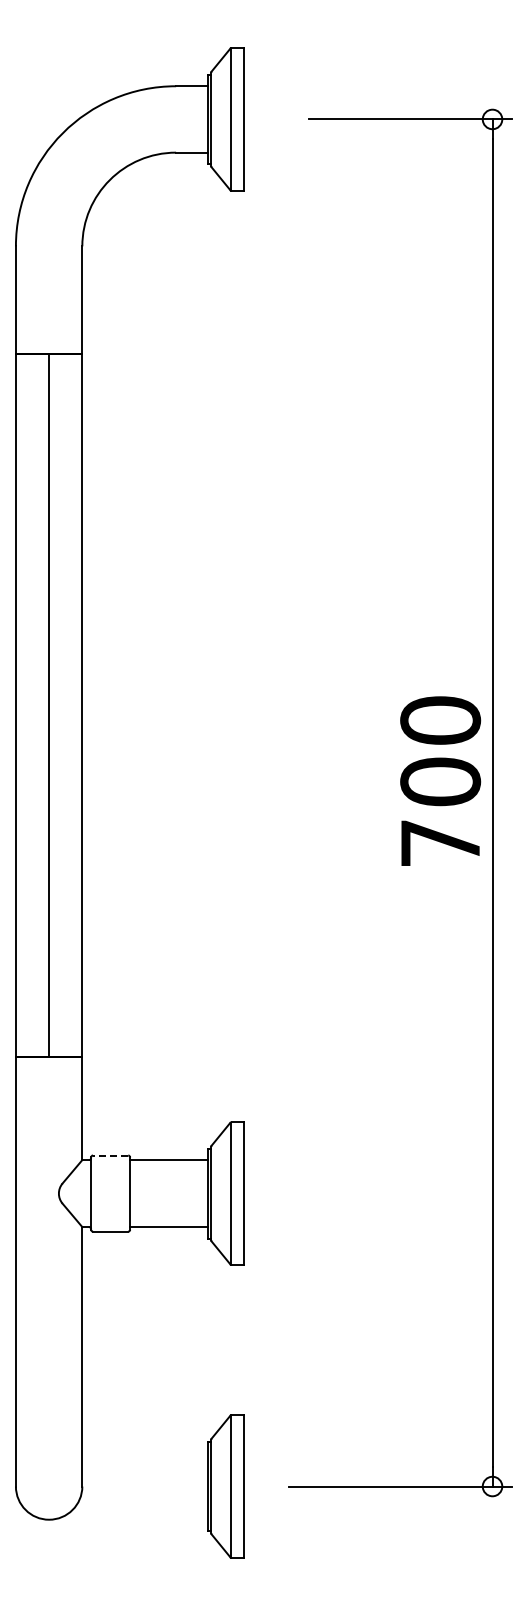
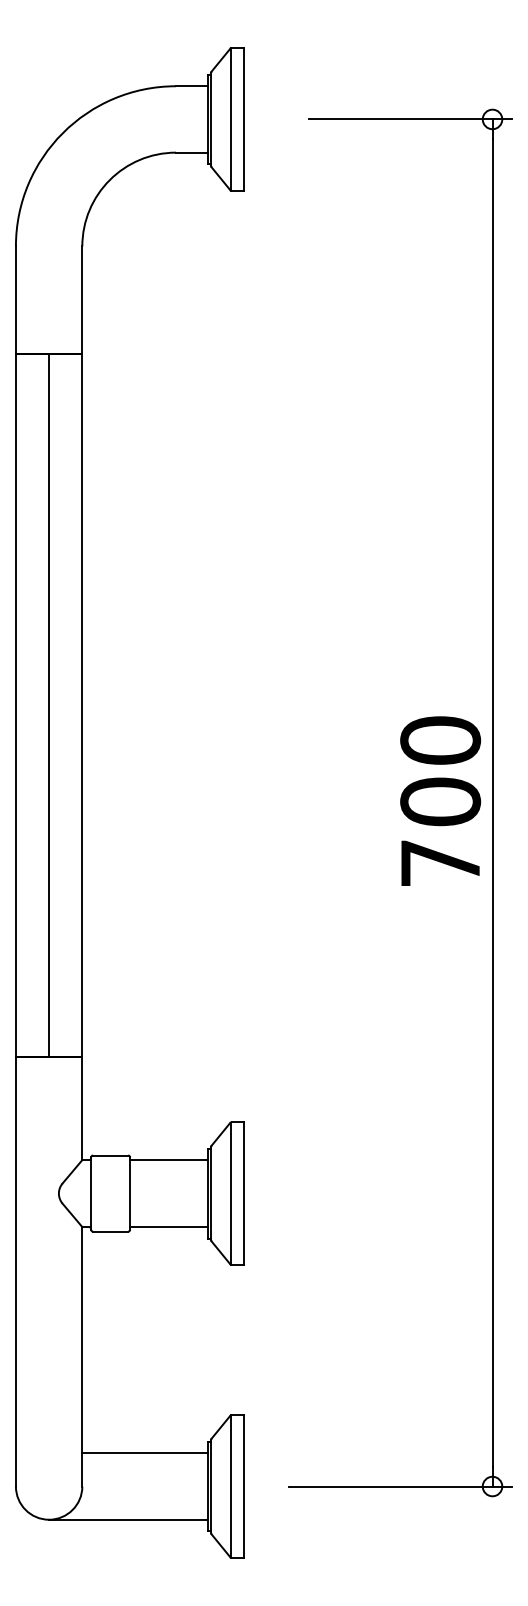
text at (440, 780) position: (440, 780) -> (440, 800)
line at (110, 1155): dashed -> solid
line at (145, 1453): none -> present
line at (128, 1519): none -> present
